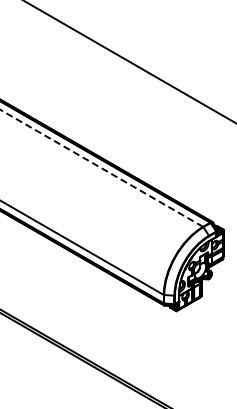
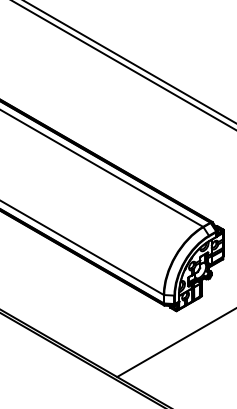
line at (123, 65): none -> present
line at (101, 168): dashed -> solid
line at (175, 343): none -> present
